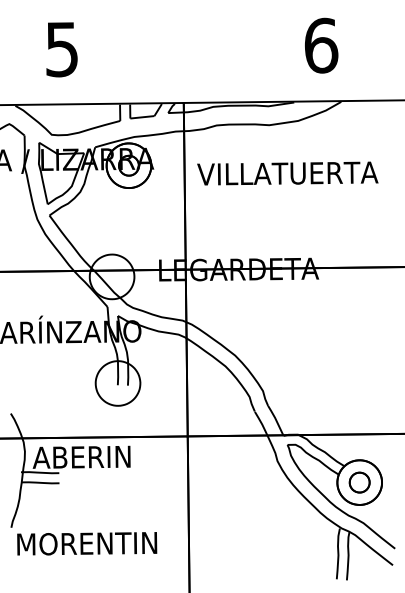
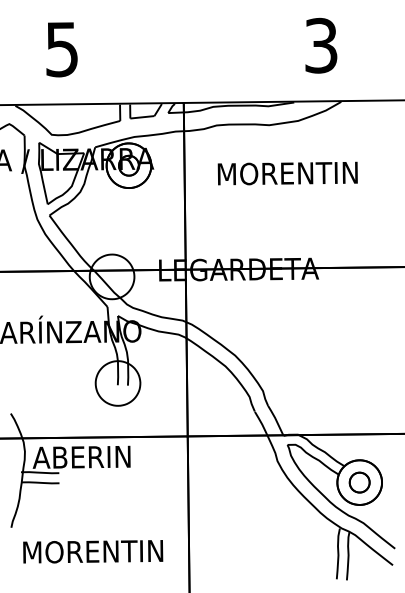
text at (321, 45): 6 -> 3
text at (287, 173): VILLATUERTA -> MORENTIN
text at (87, 543) position: (87, 543) -> (93, 551)
